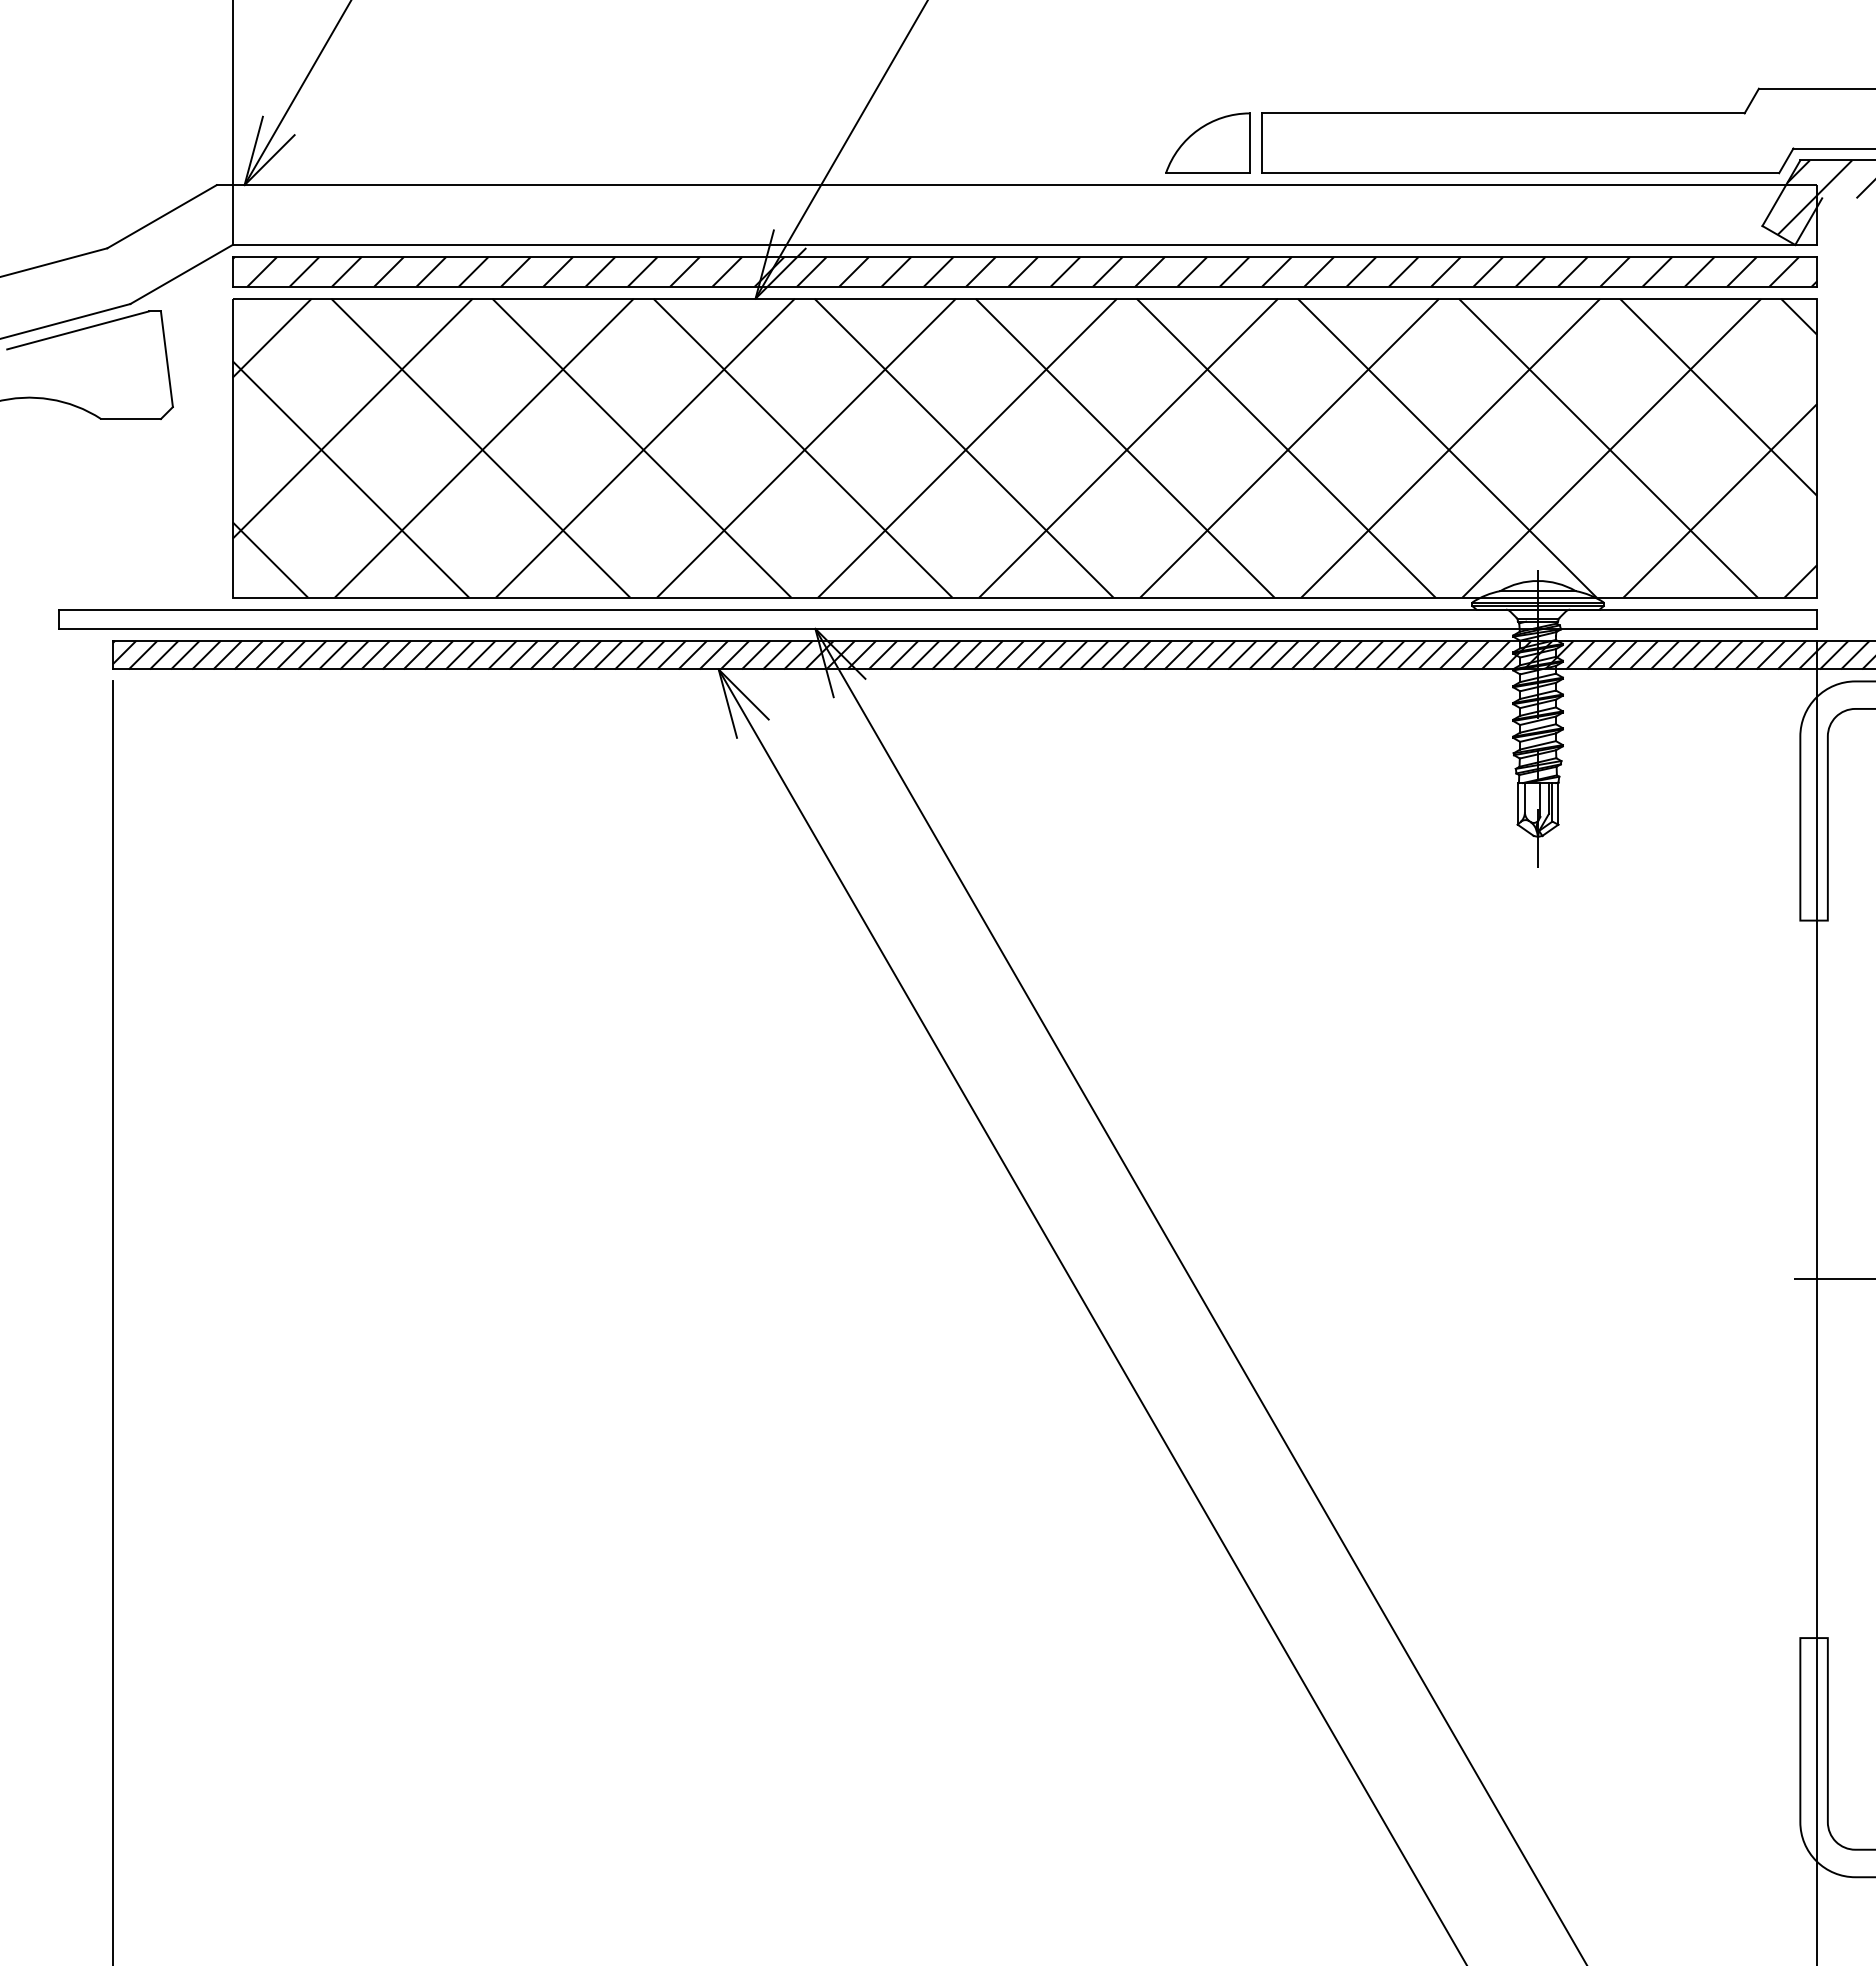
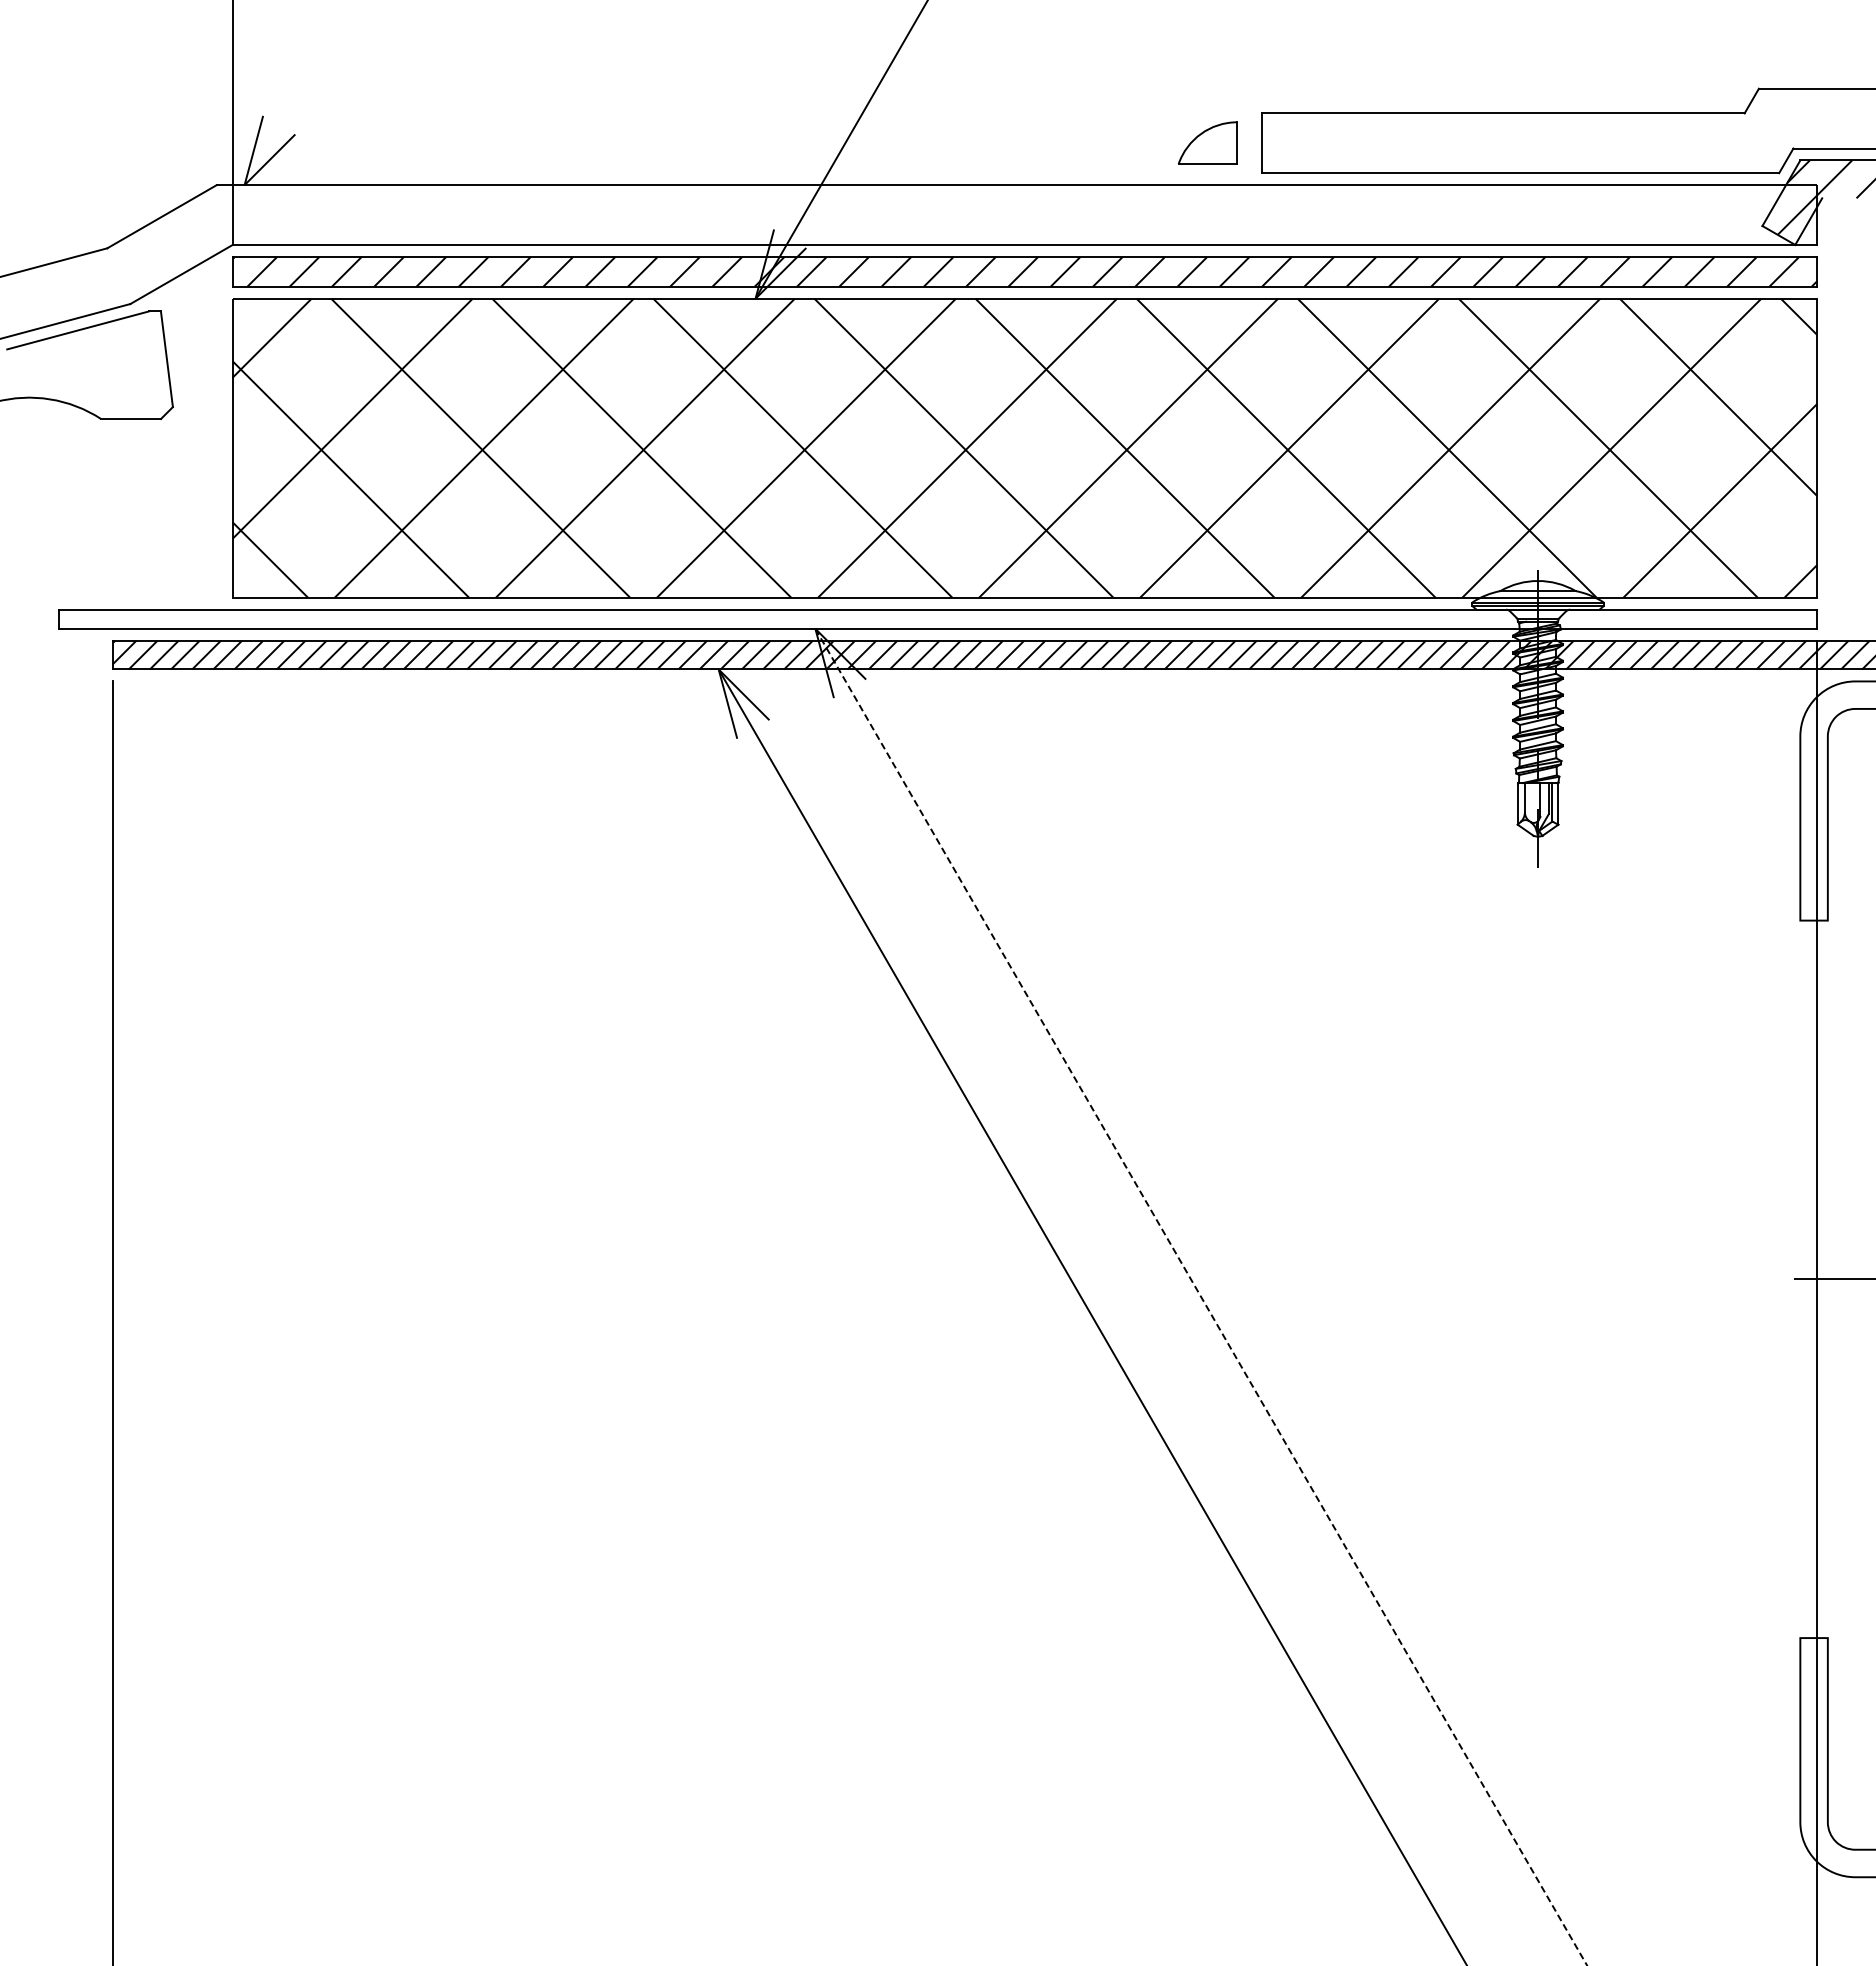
line at (297, 93): present -> none
part at (1207, 142) size: 86x62 px -> 60x44 px
line at (1201, 1297): solid -> dashed
